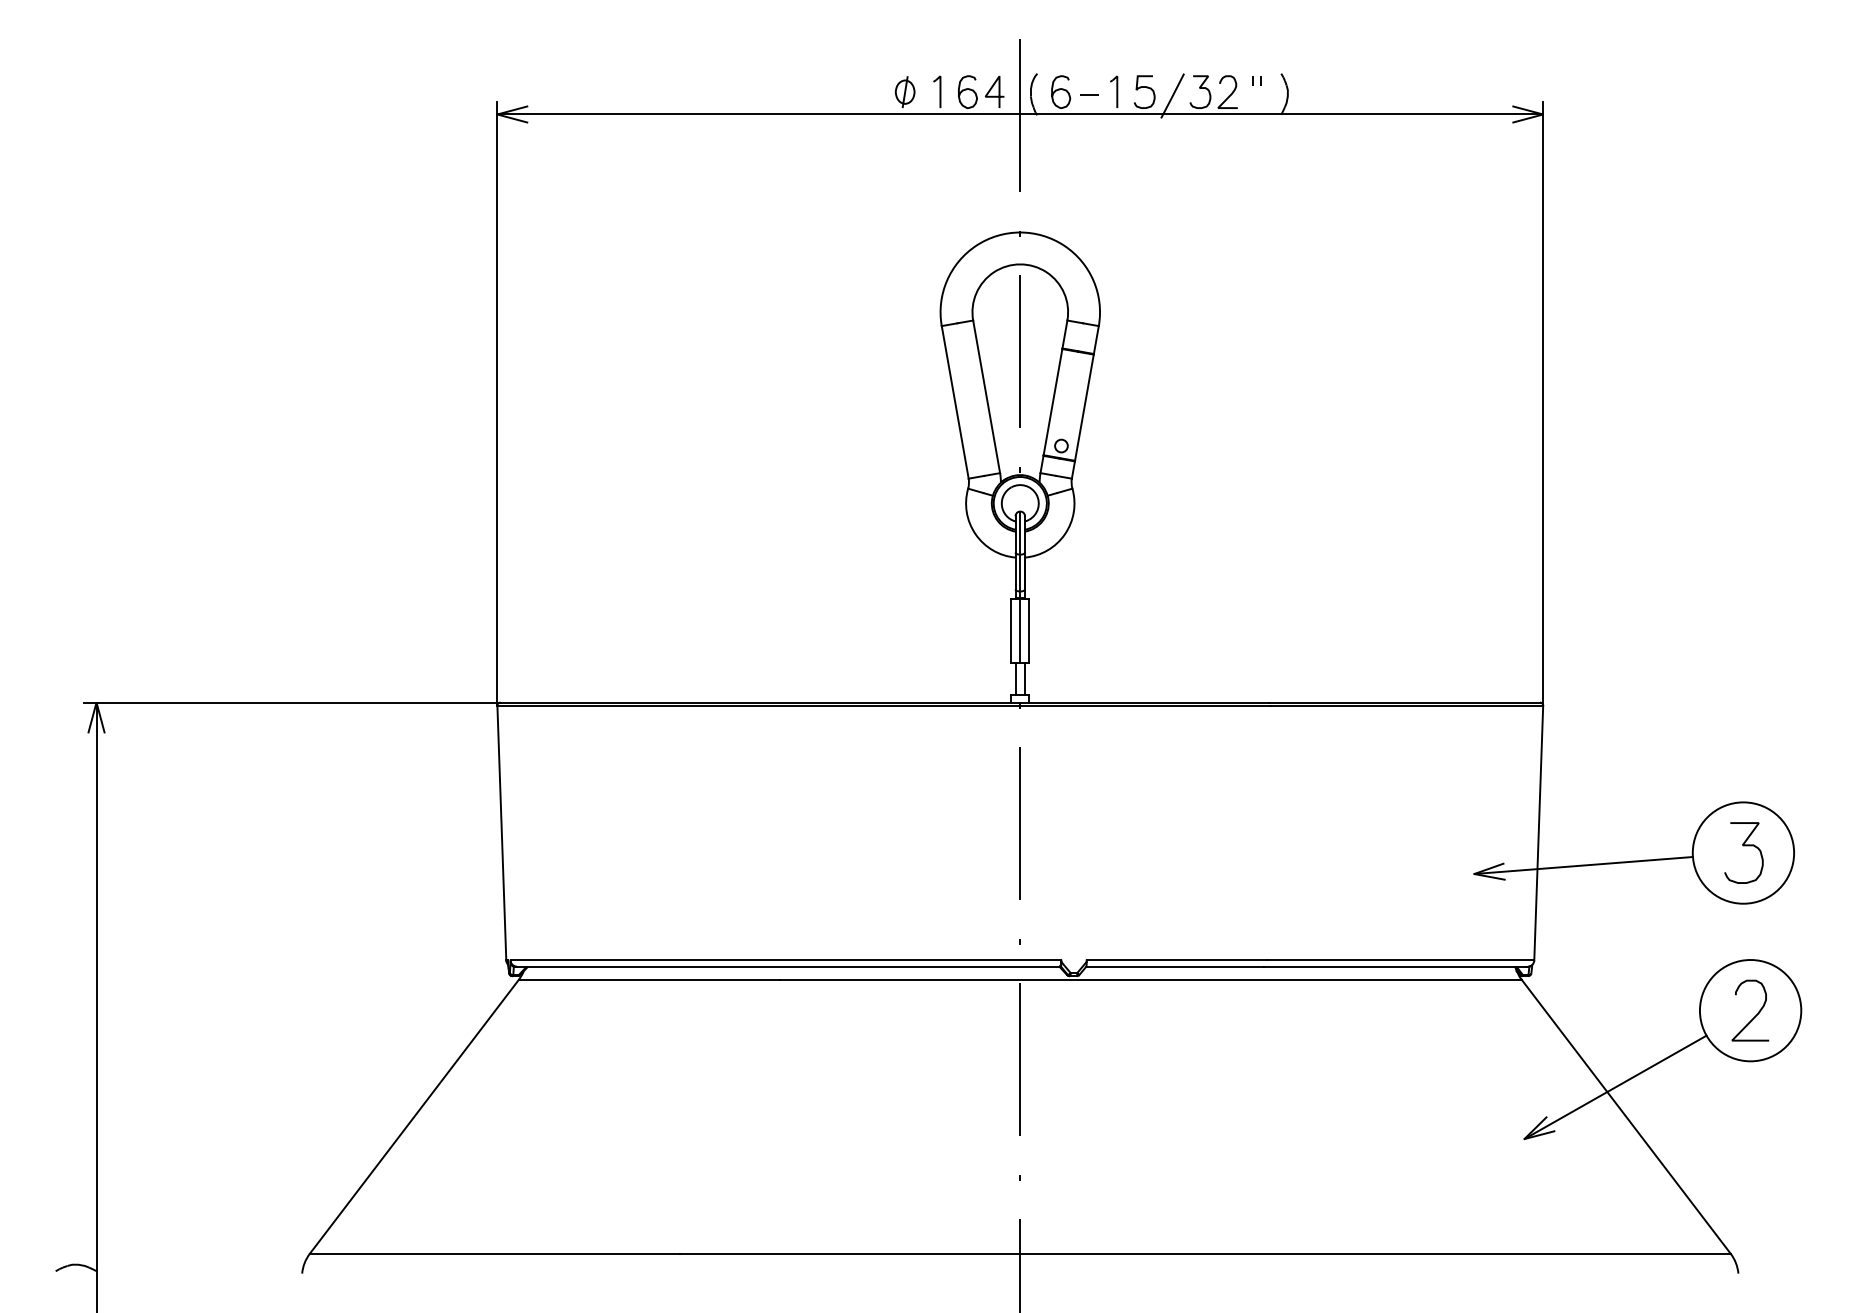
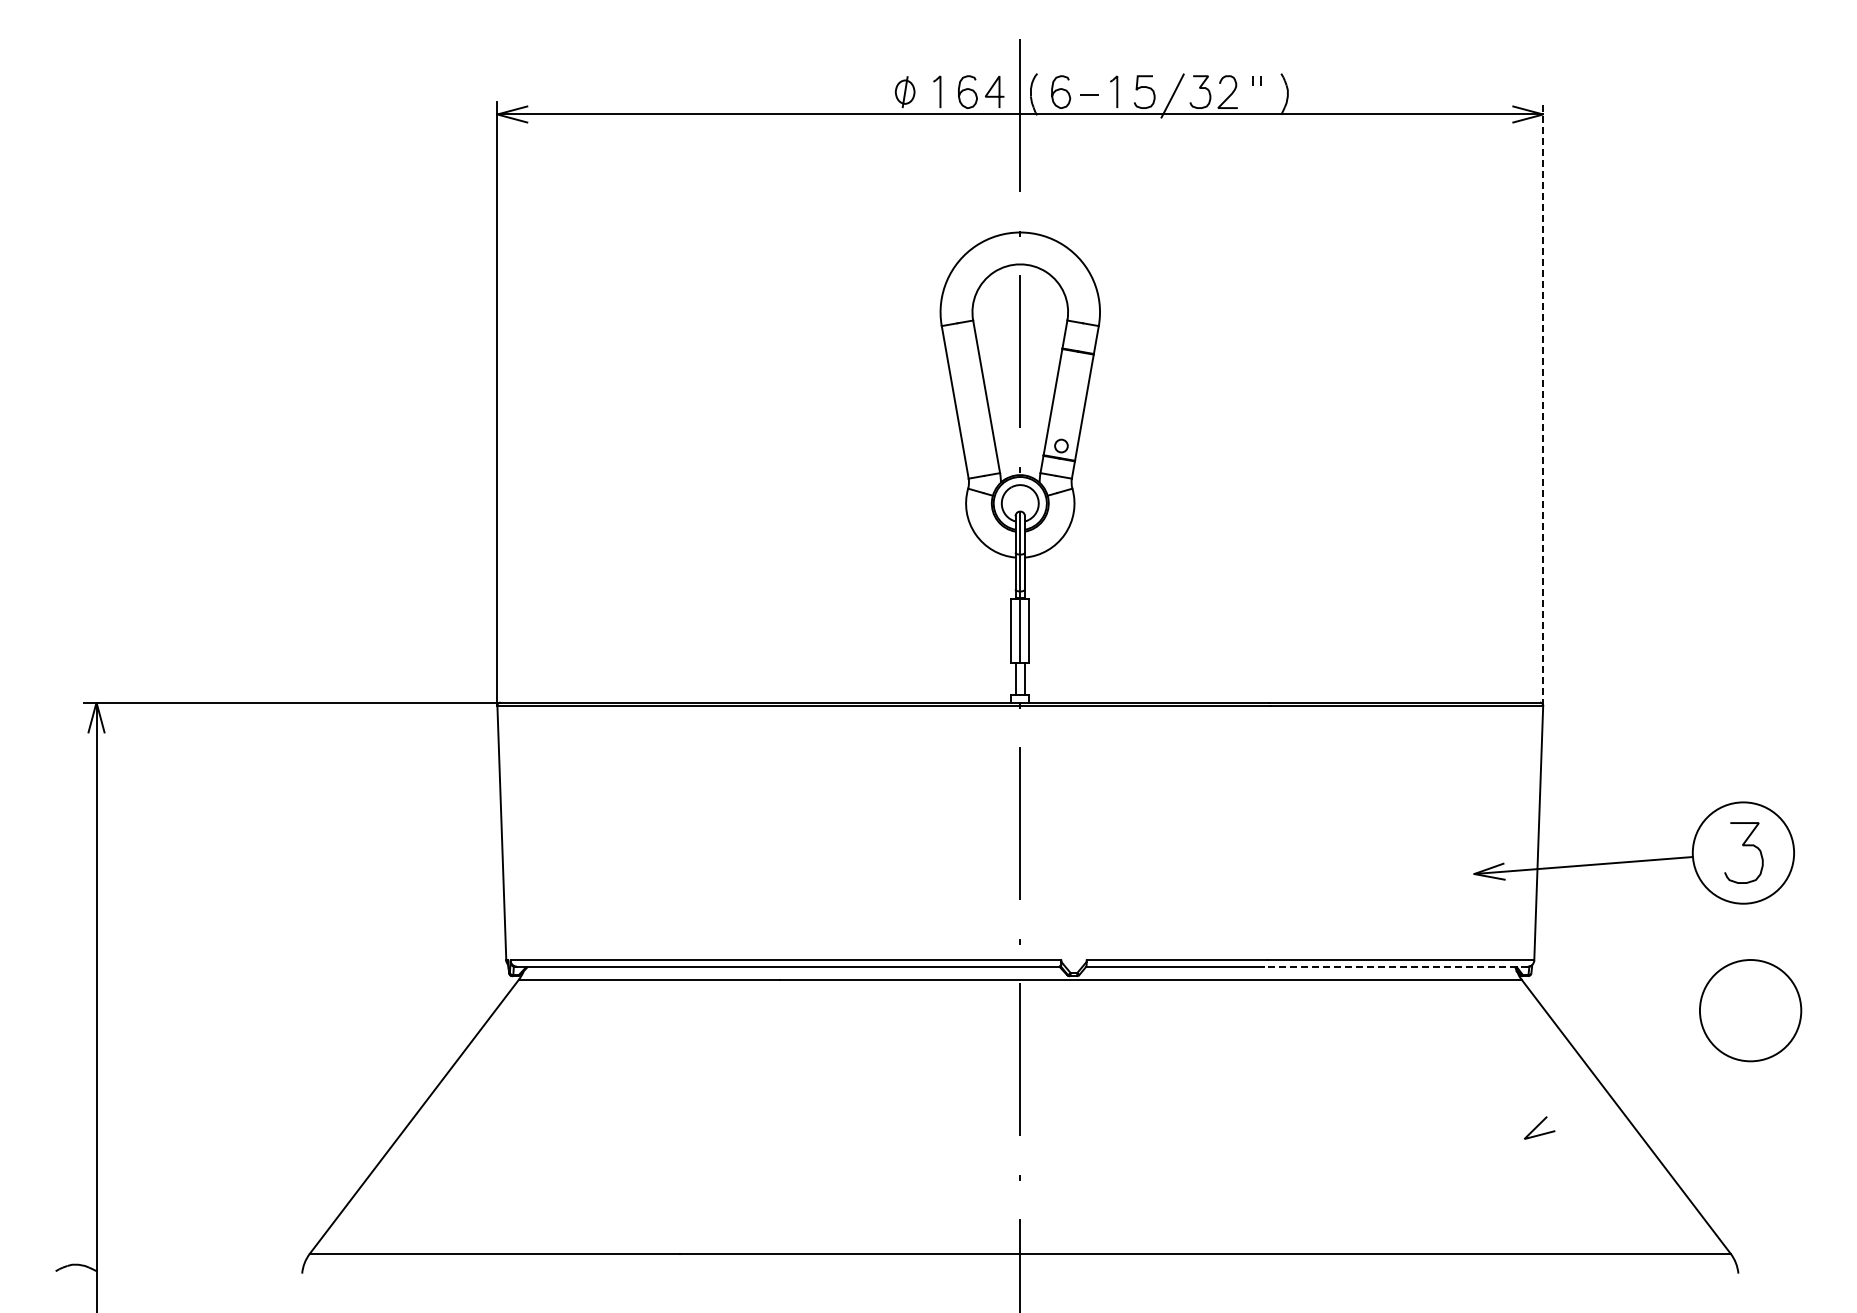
line at (1543, 403): solid -> dashed
line at (1395, 966): solid -> dashed
curve at (1755, 1015): present -> none
line at (1615, 1087): present -> none
